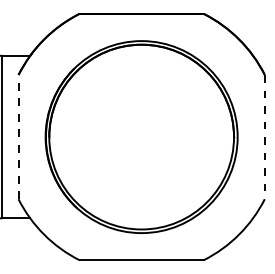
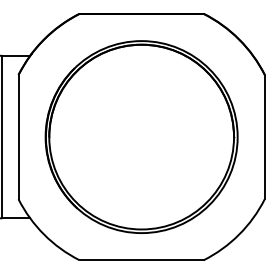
line at (18, 136): dashed -> solid
line at (264, 137): dashed -> solid
